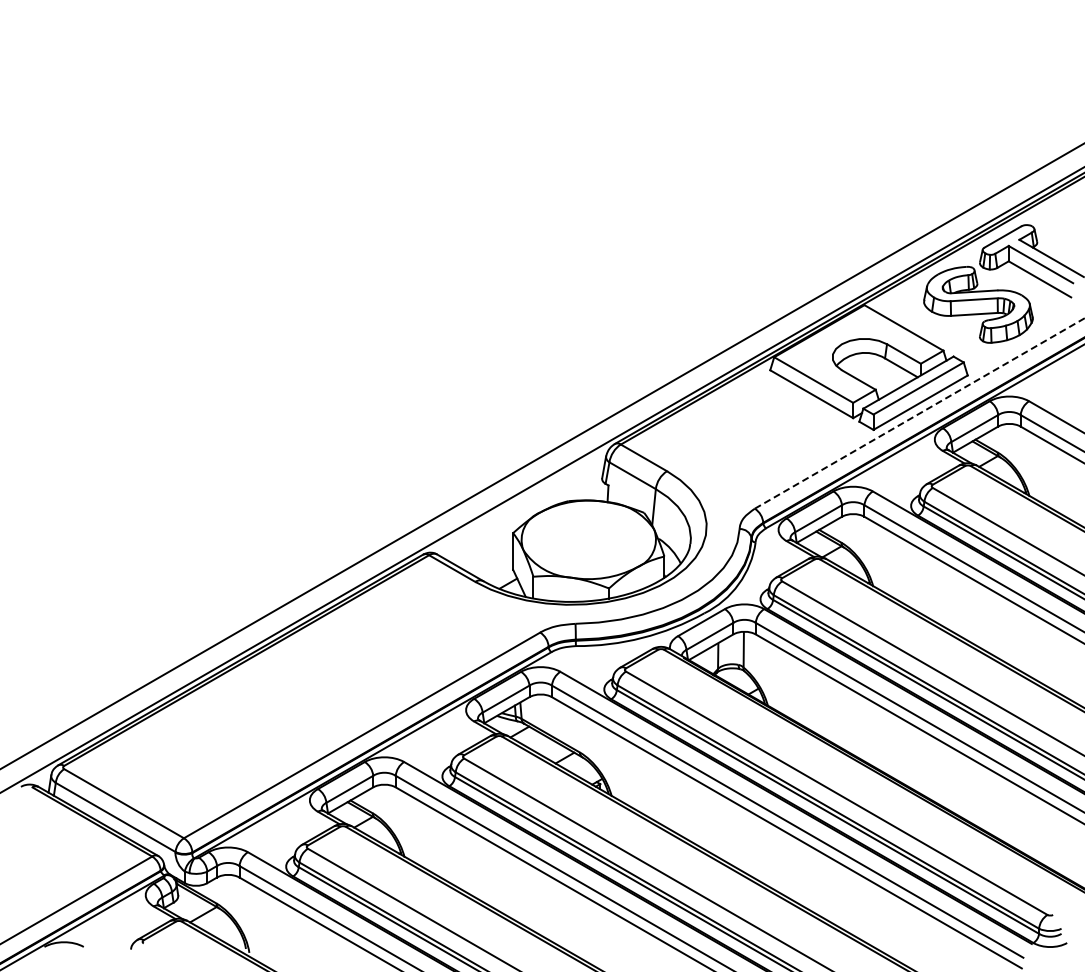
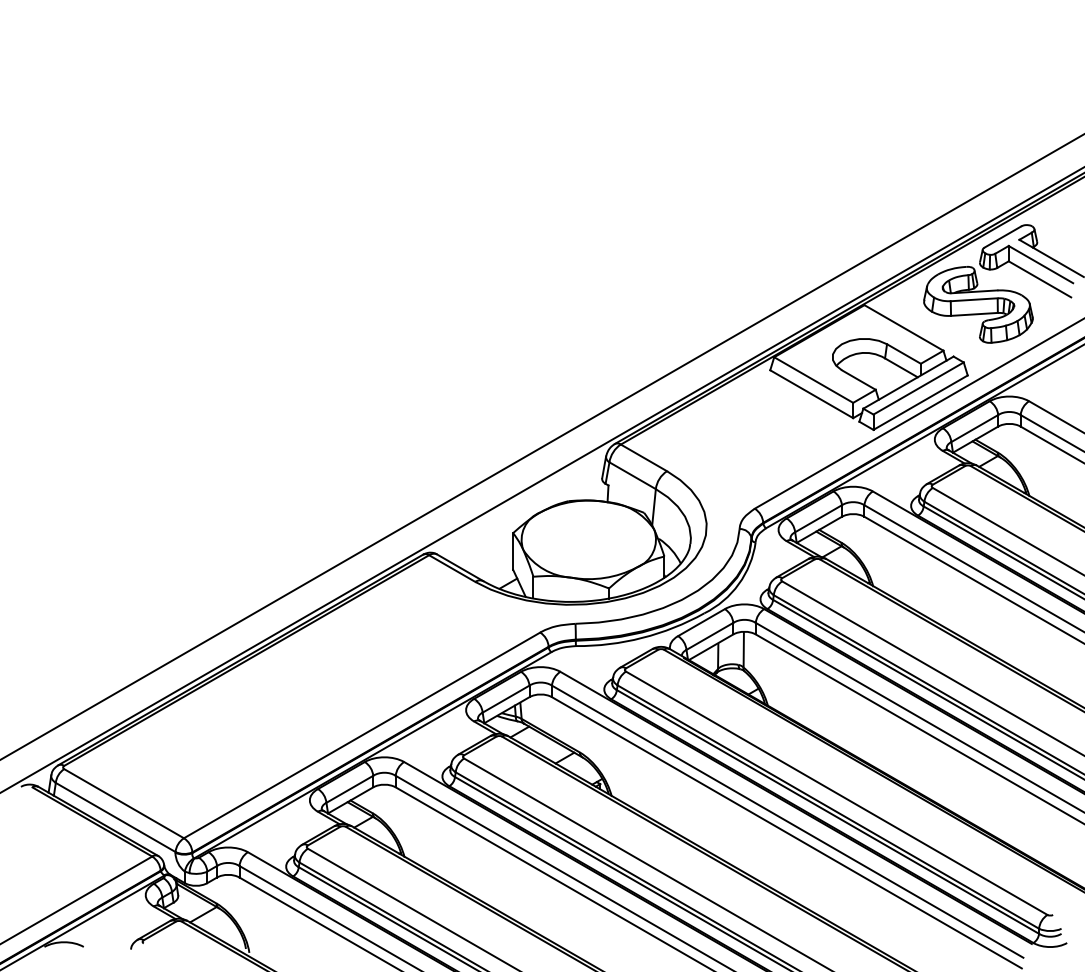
line at (920, 413): dashed -> solid
line at (541, 456) position: (541, 456) -> (541, 446)
